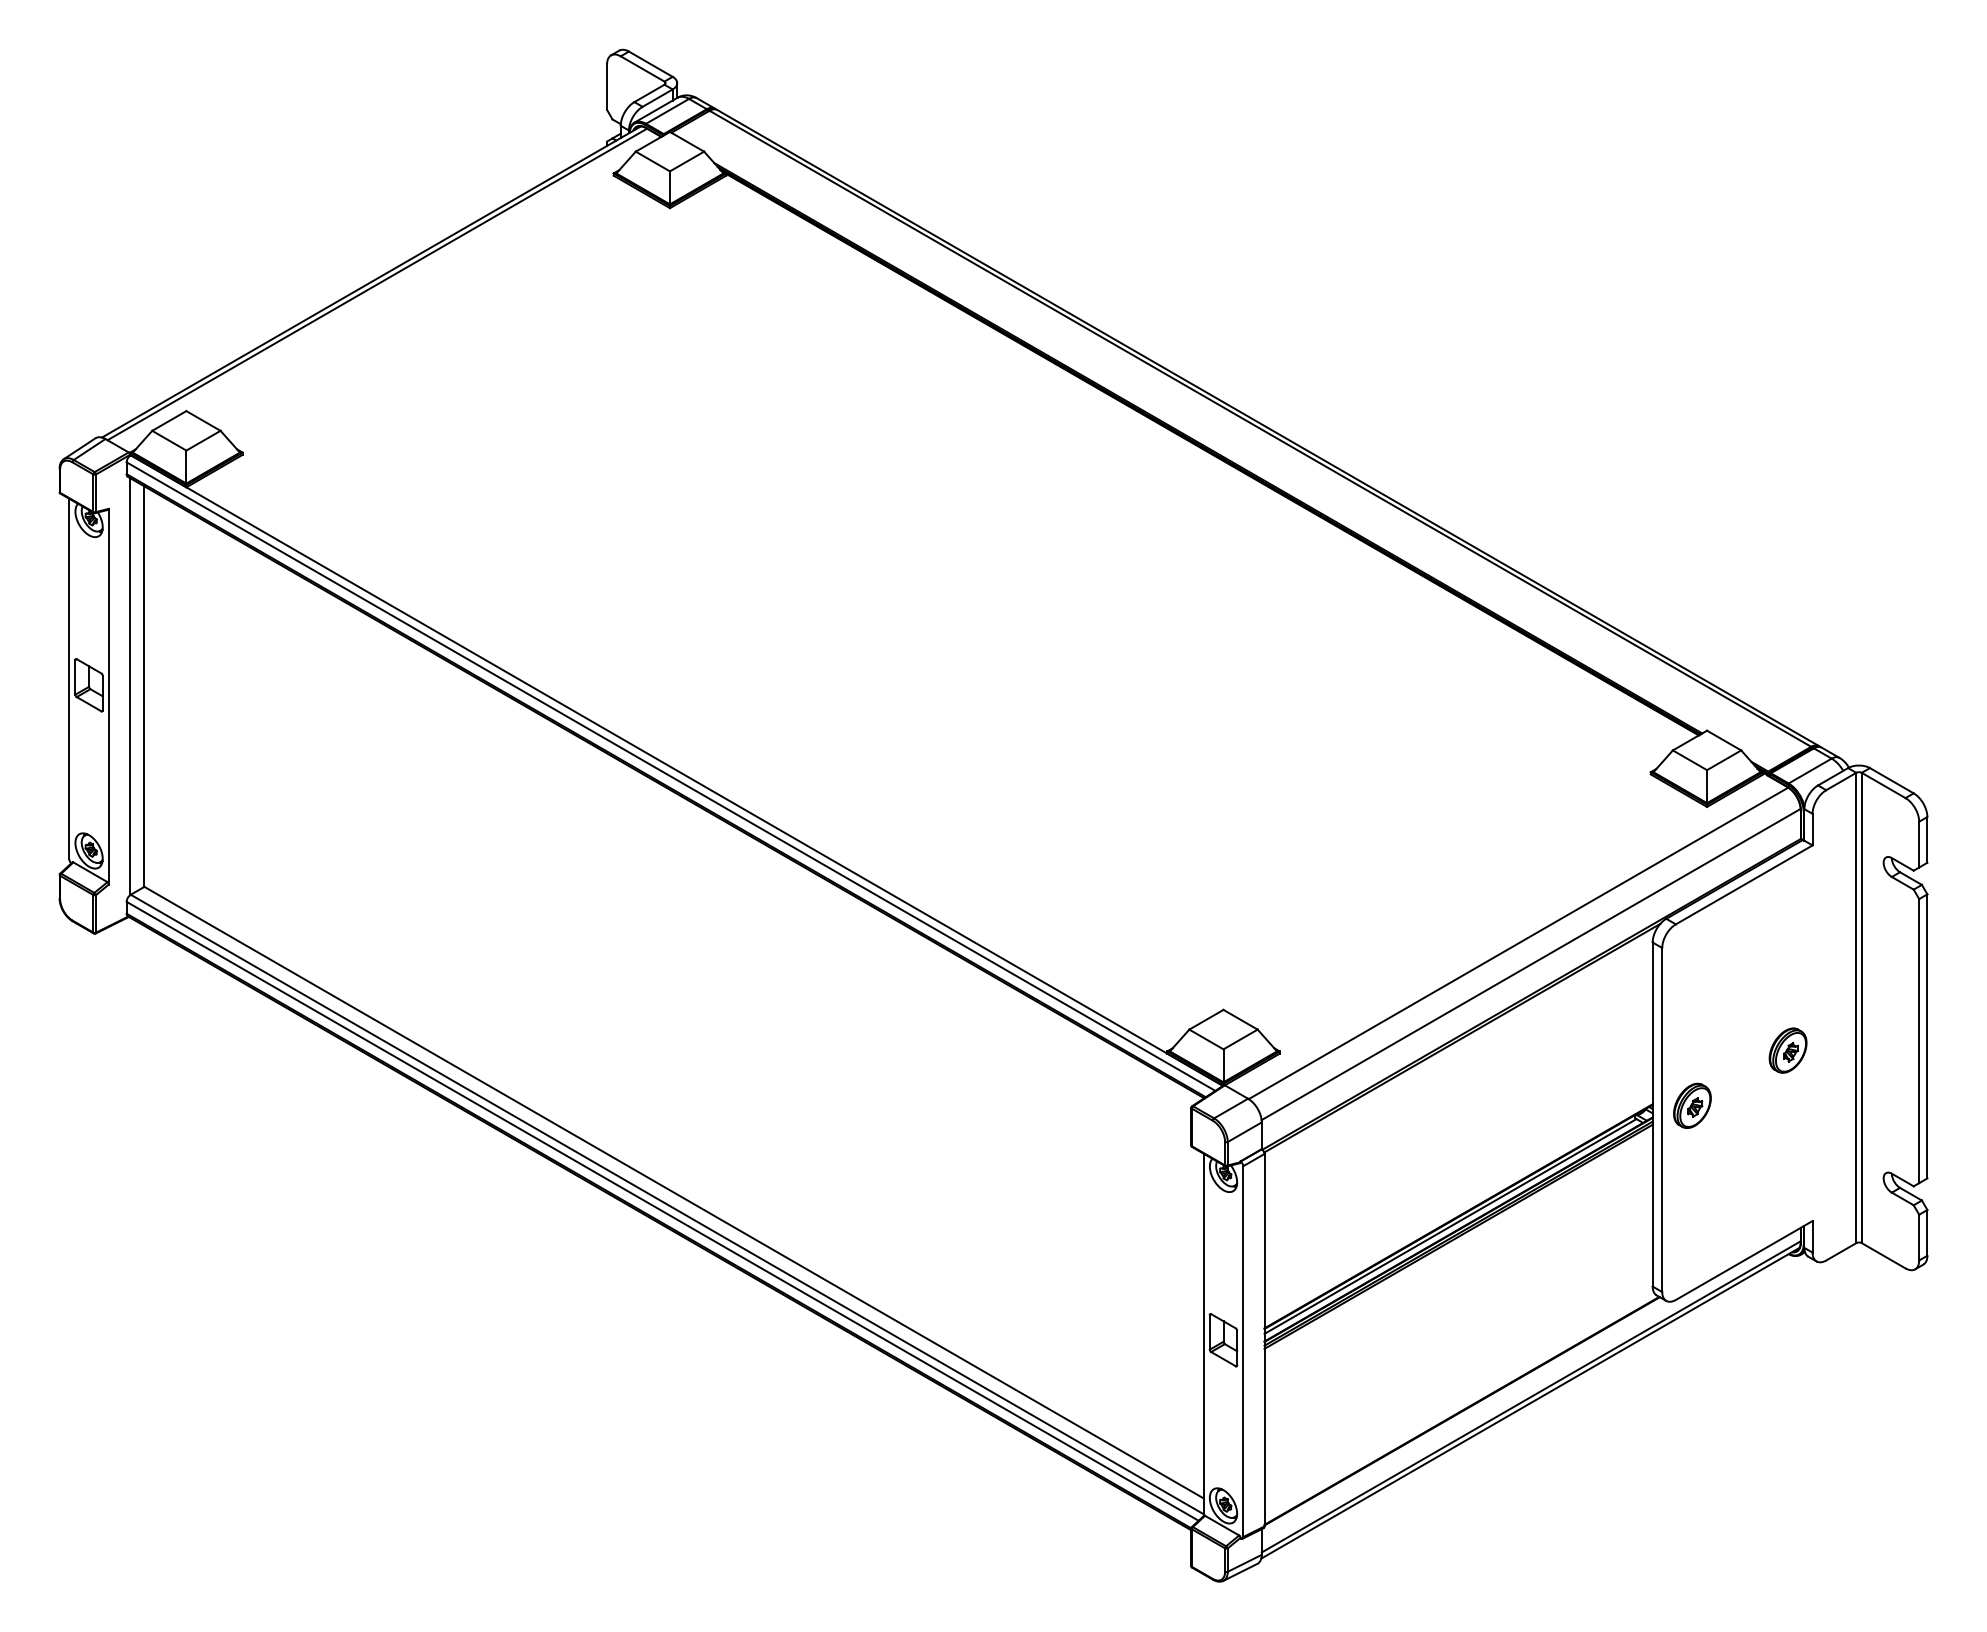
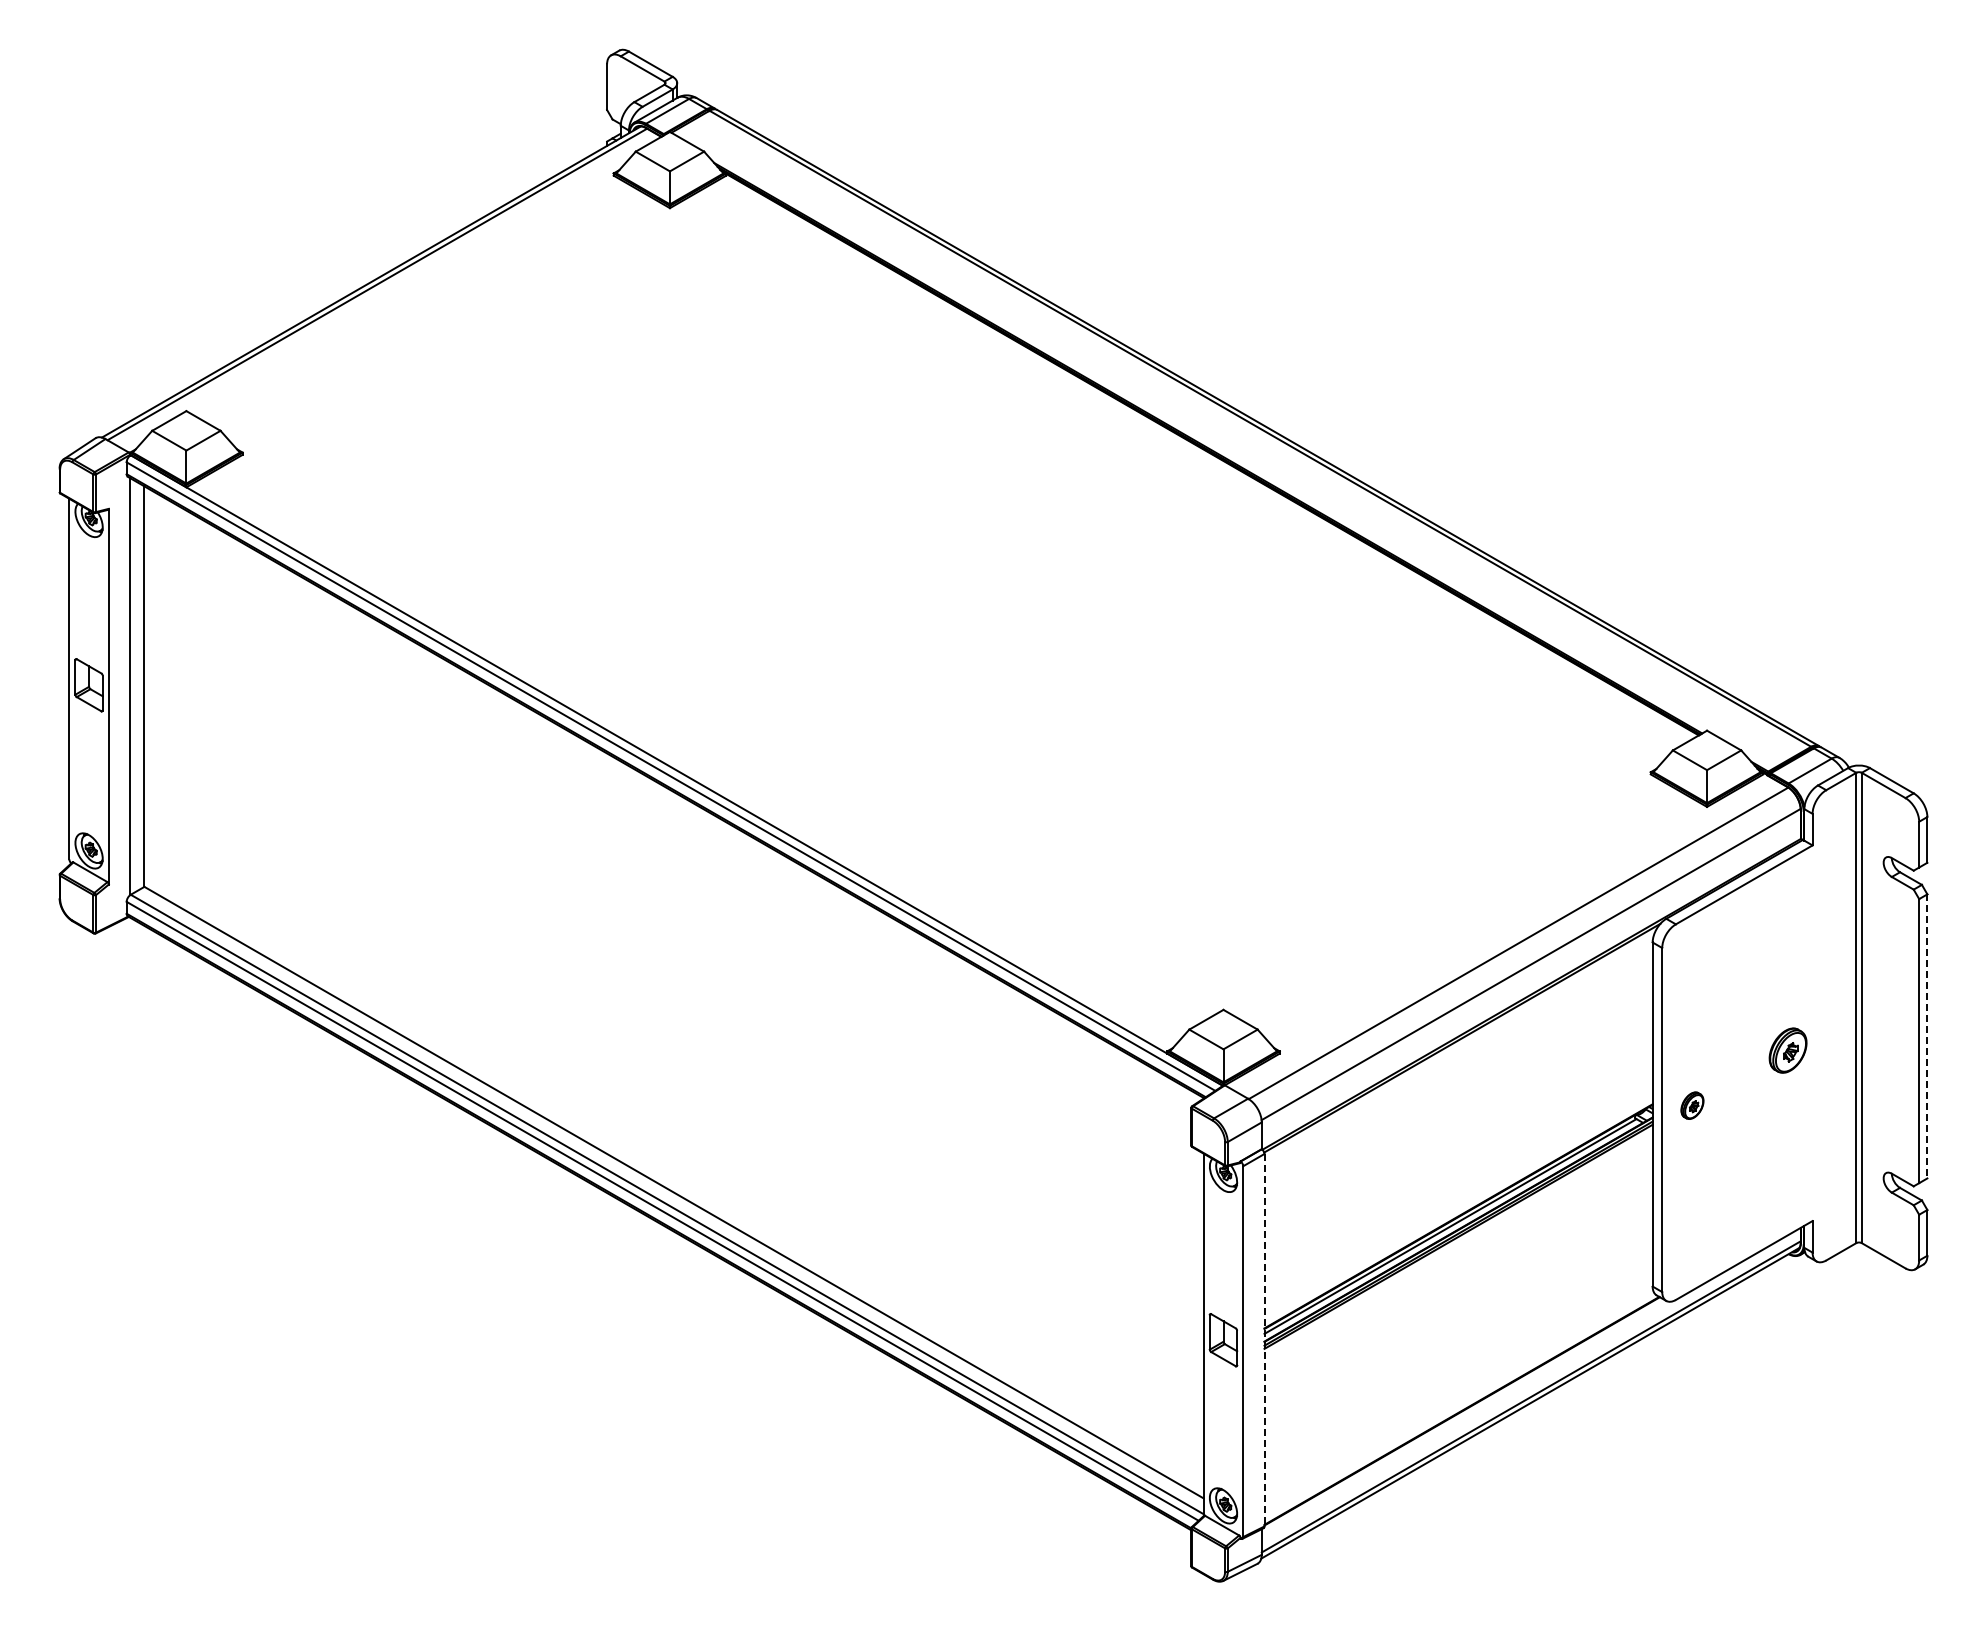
line at (1927, 1036): solid -> dashed
part at (1692, 1105) size: 39x47 px -> 25x29 px
line at (1264, 1340): solid -> dashed
